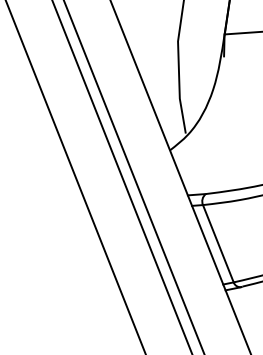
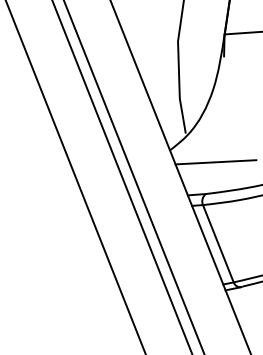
line at (215, 162): none -> present
